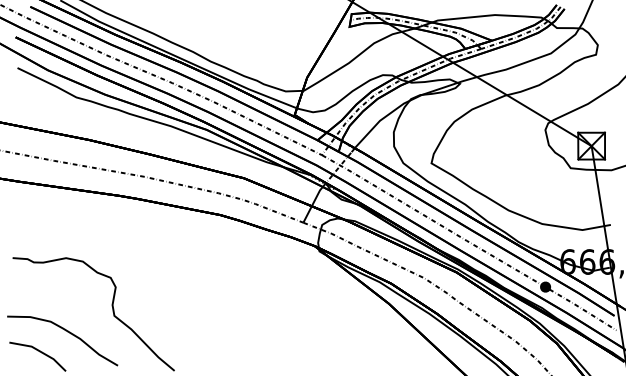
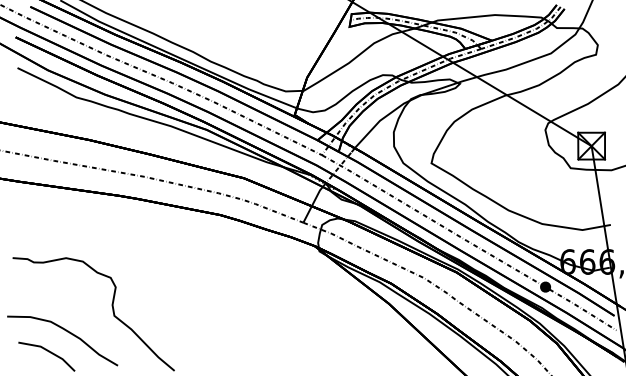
line at (39, 352) position: (39, 352) -> (48, 352)
